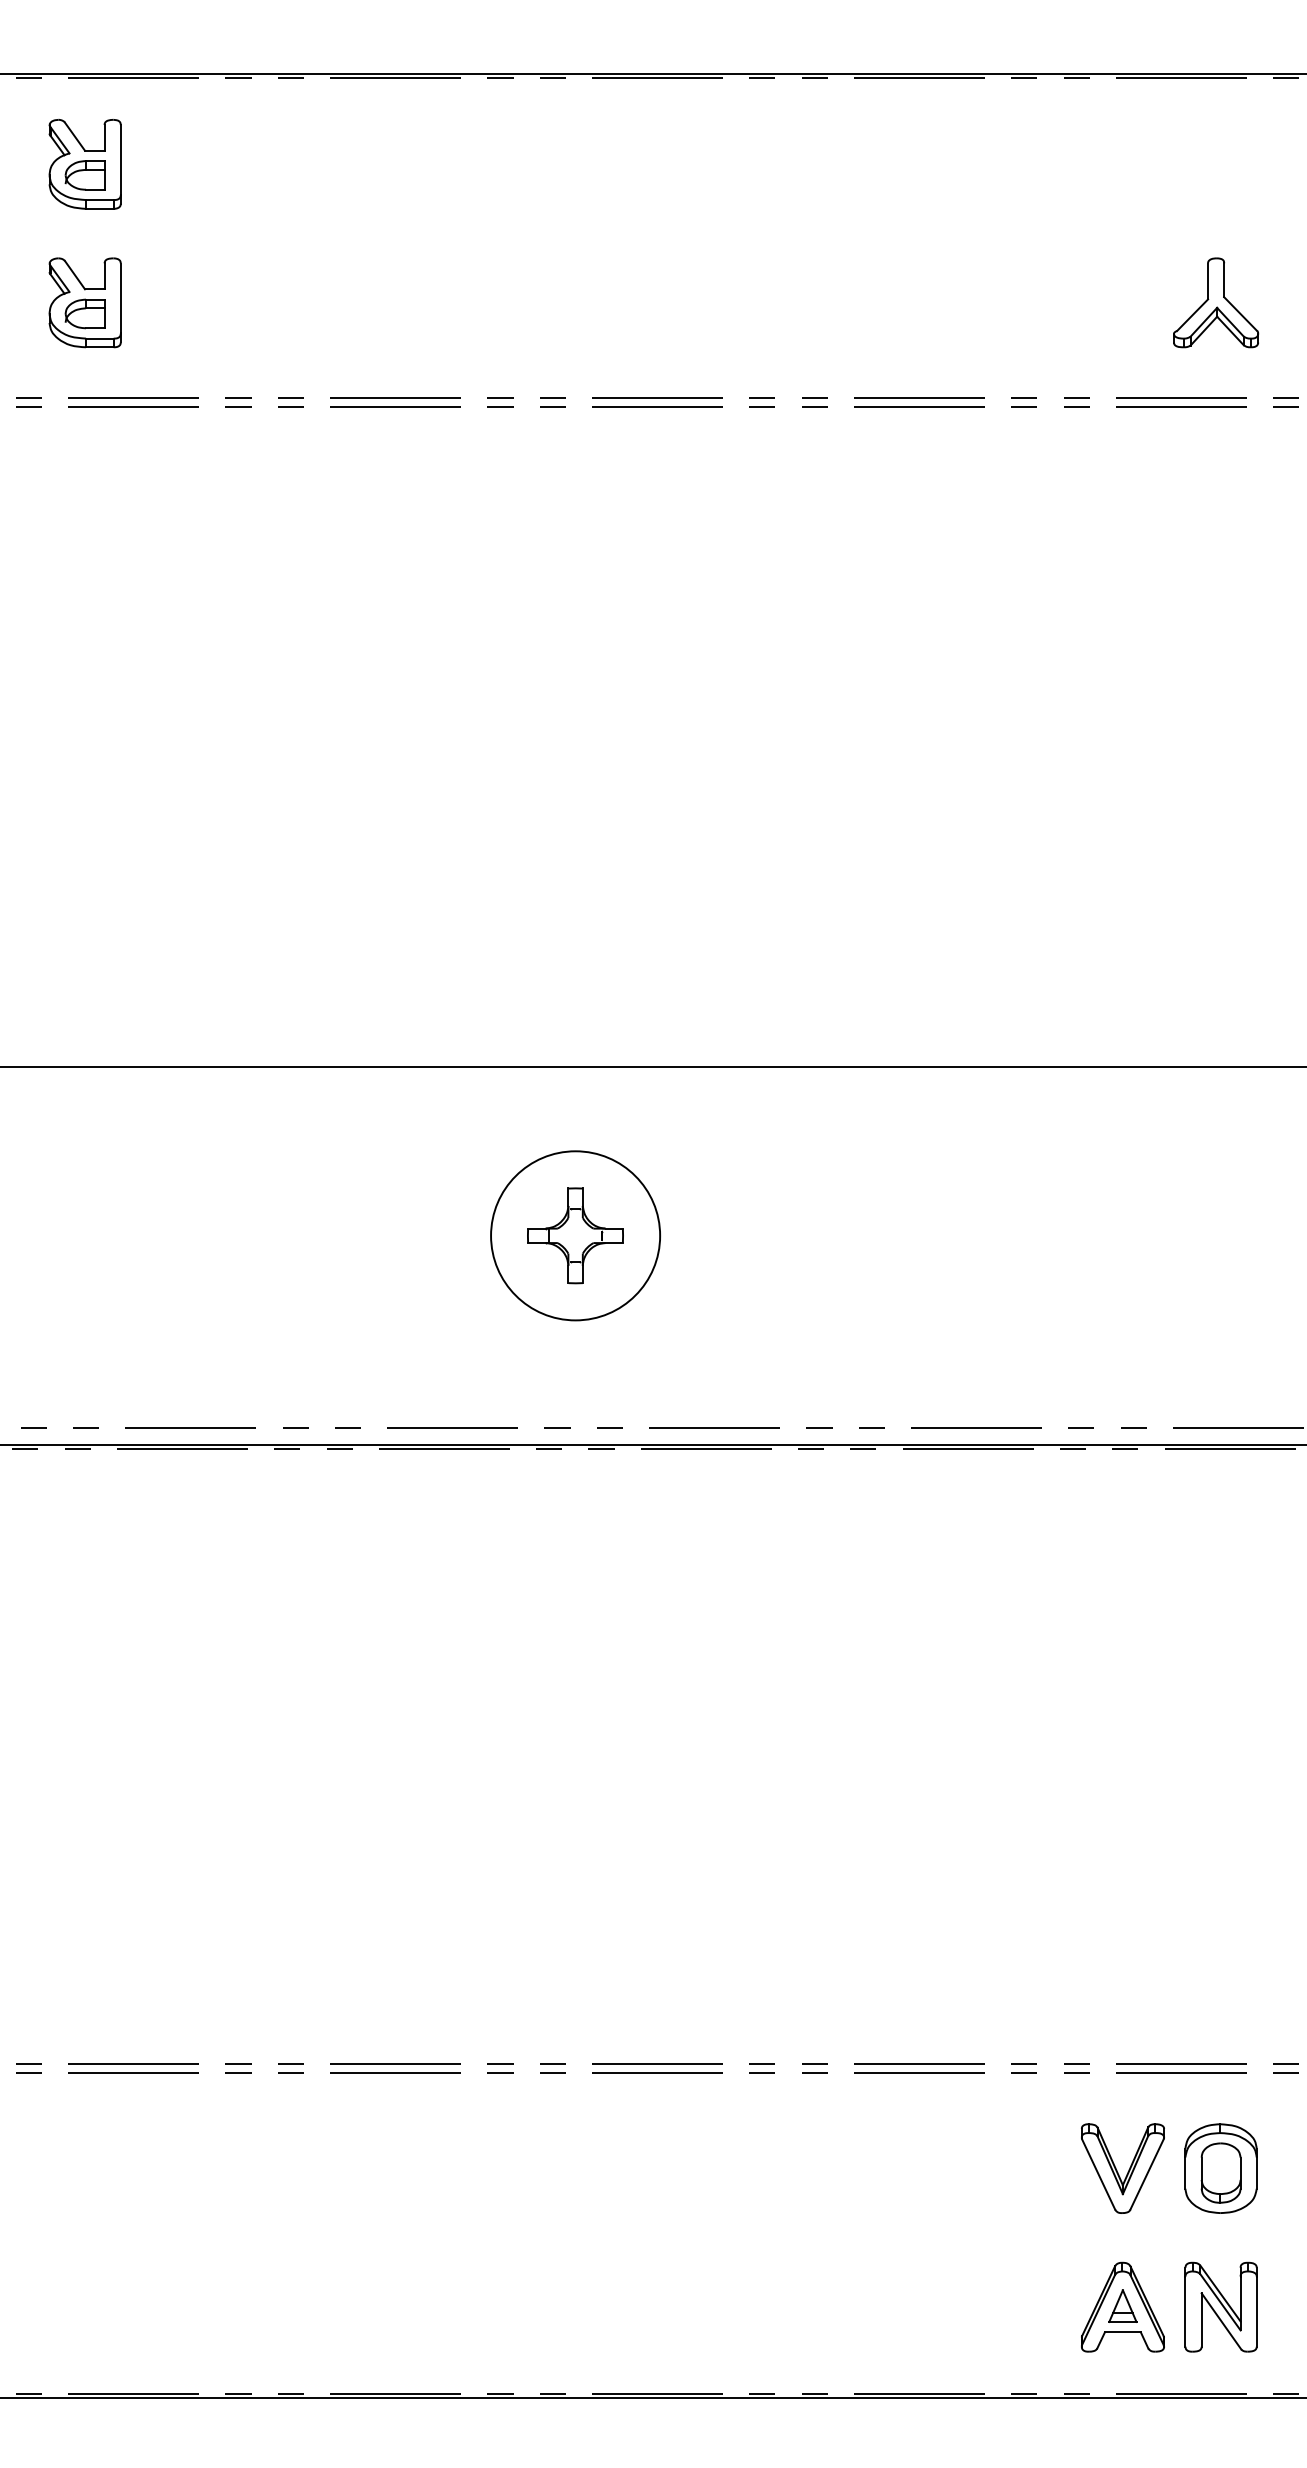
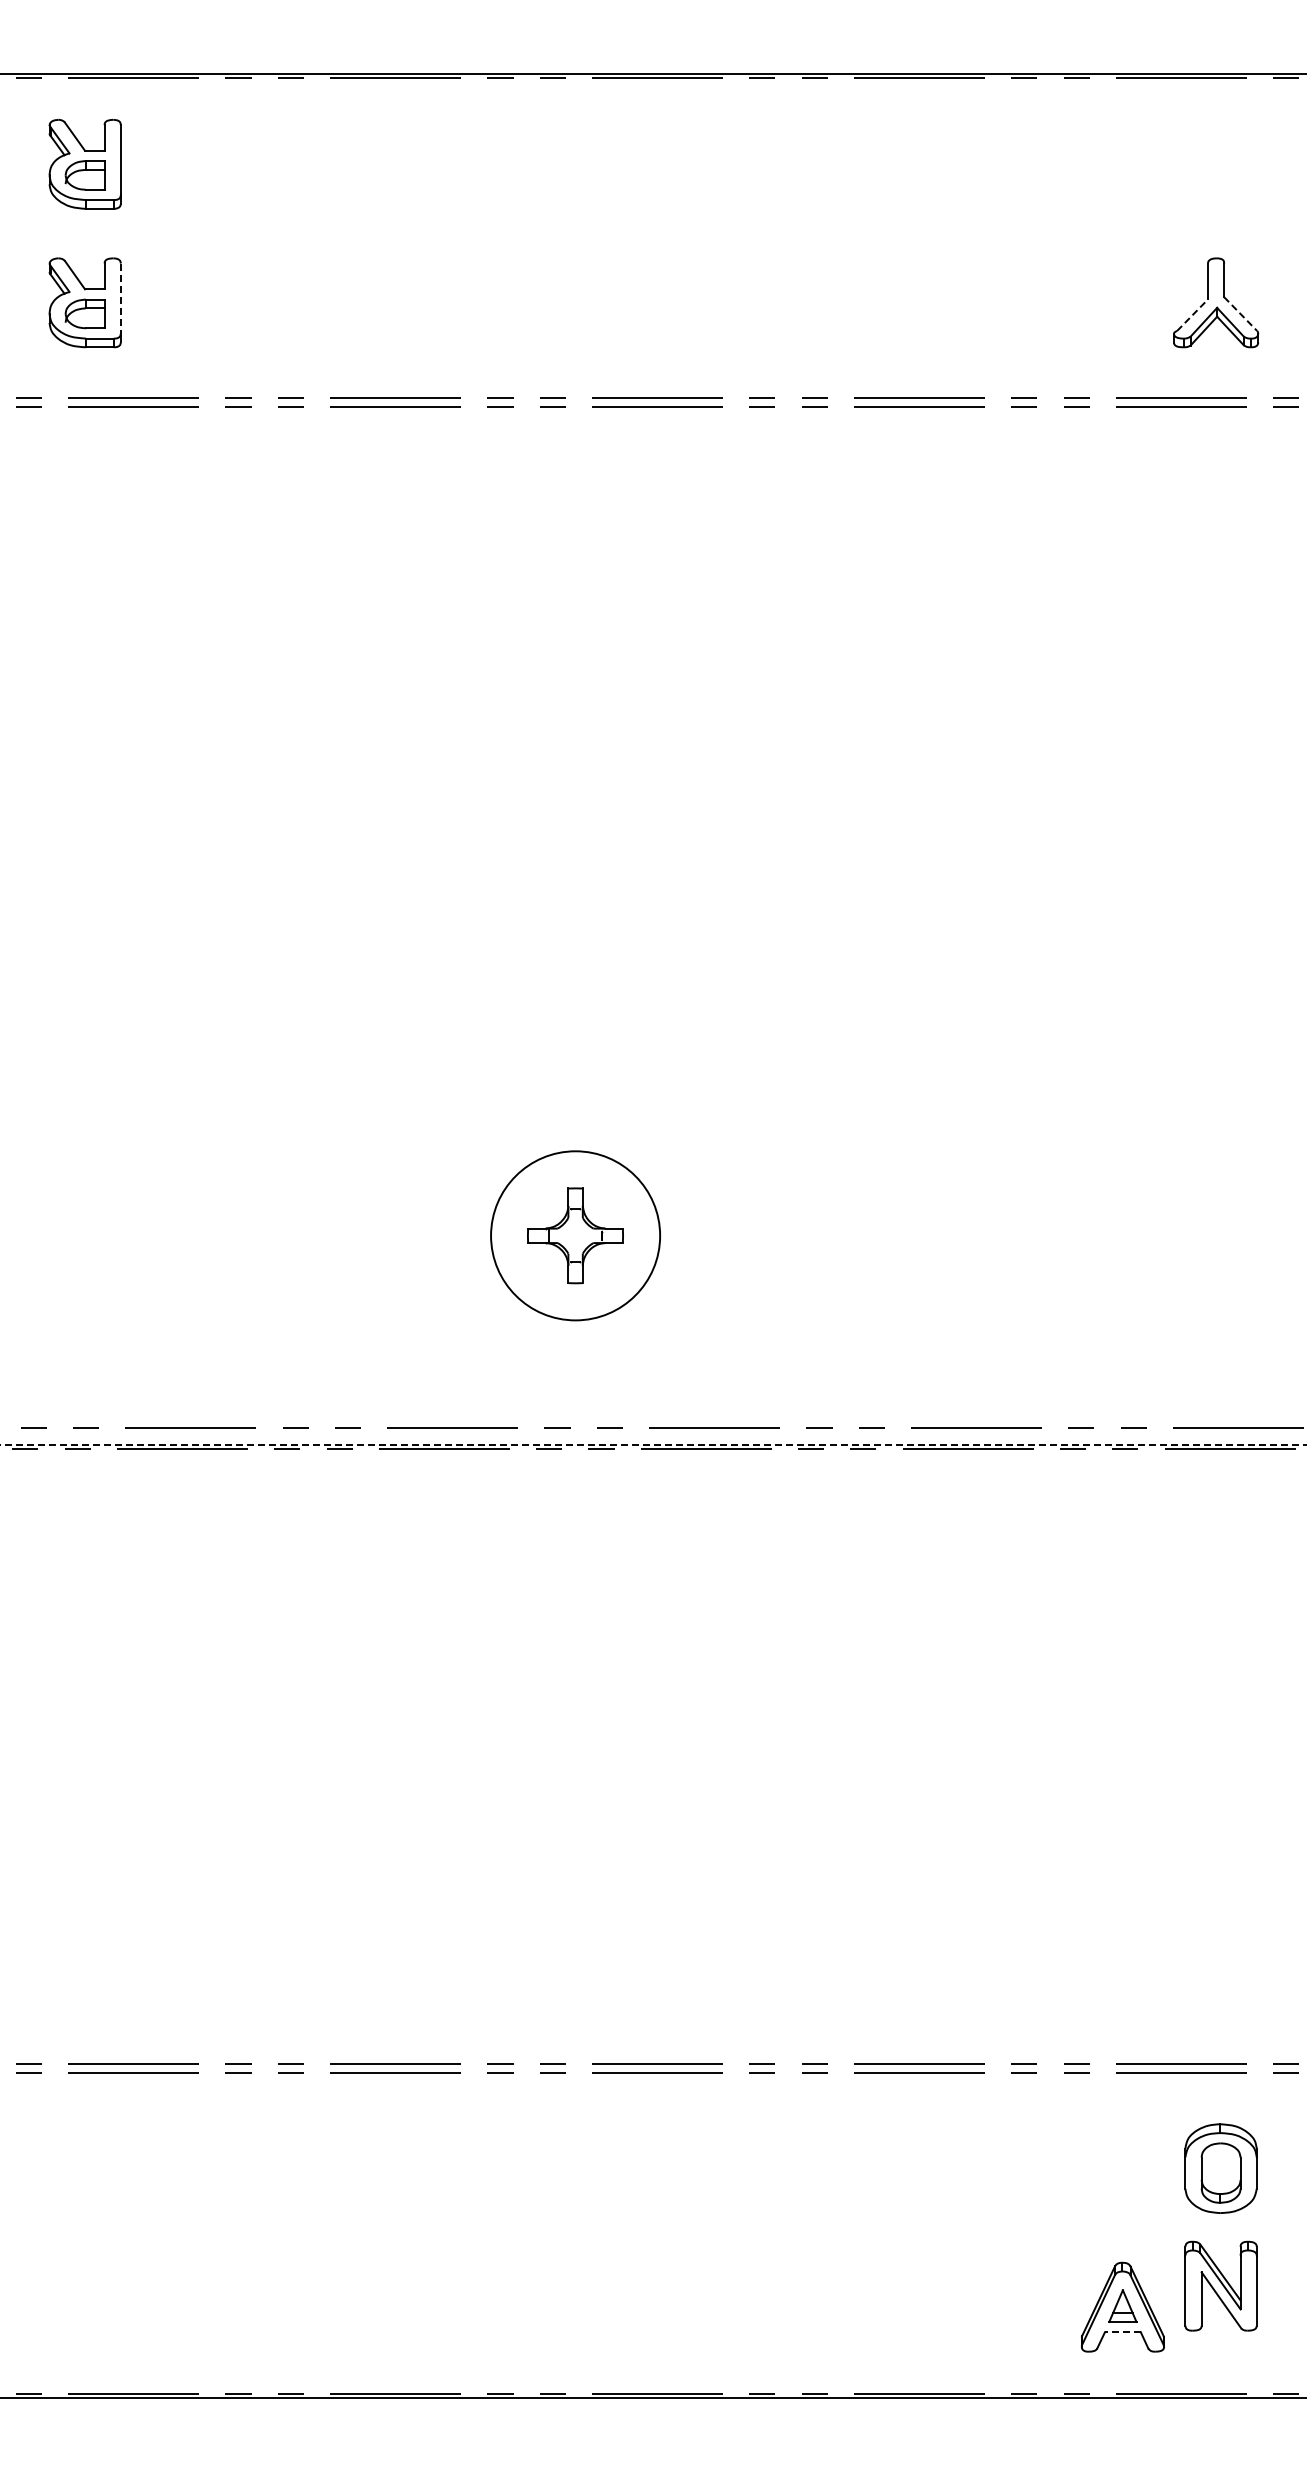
line at (120, 298): solid -> dashed
line at (1192, 314): solid -> dashed
line at (1240, 314): solid -> dashed
line at (652, 1066): present -> none
line at (653, 1444): solid -> dashed
part at (1122, 2168): present -> none
part at (1220, 2306) position: (1220, 2306) -> (1220, 2285)
line at (1122, 2332): solid -> dashed
